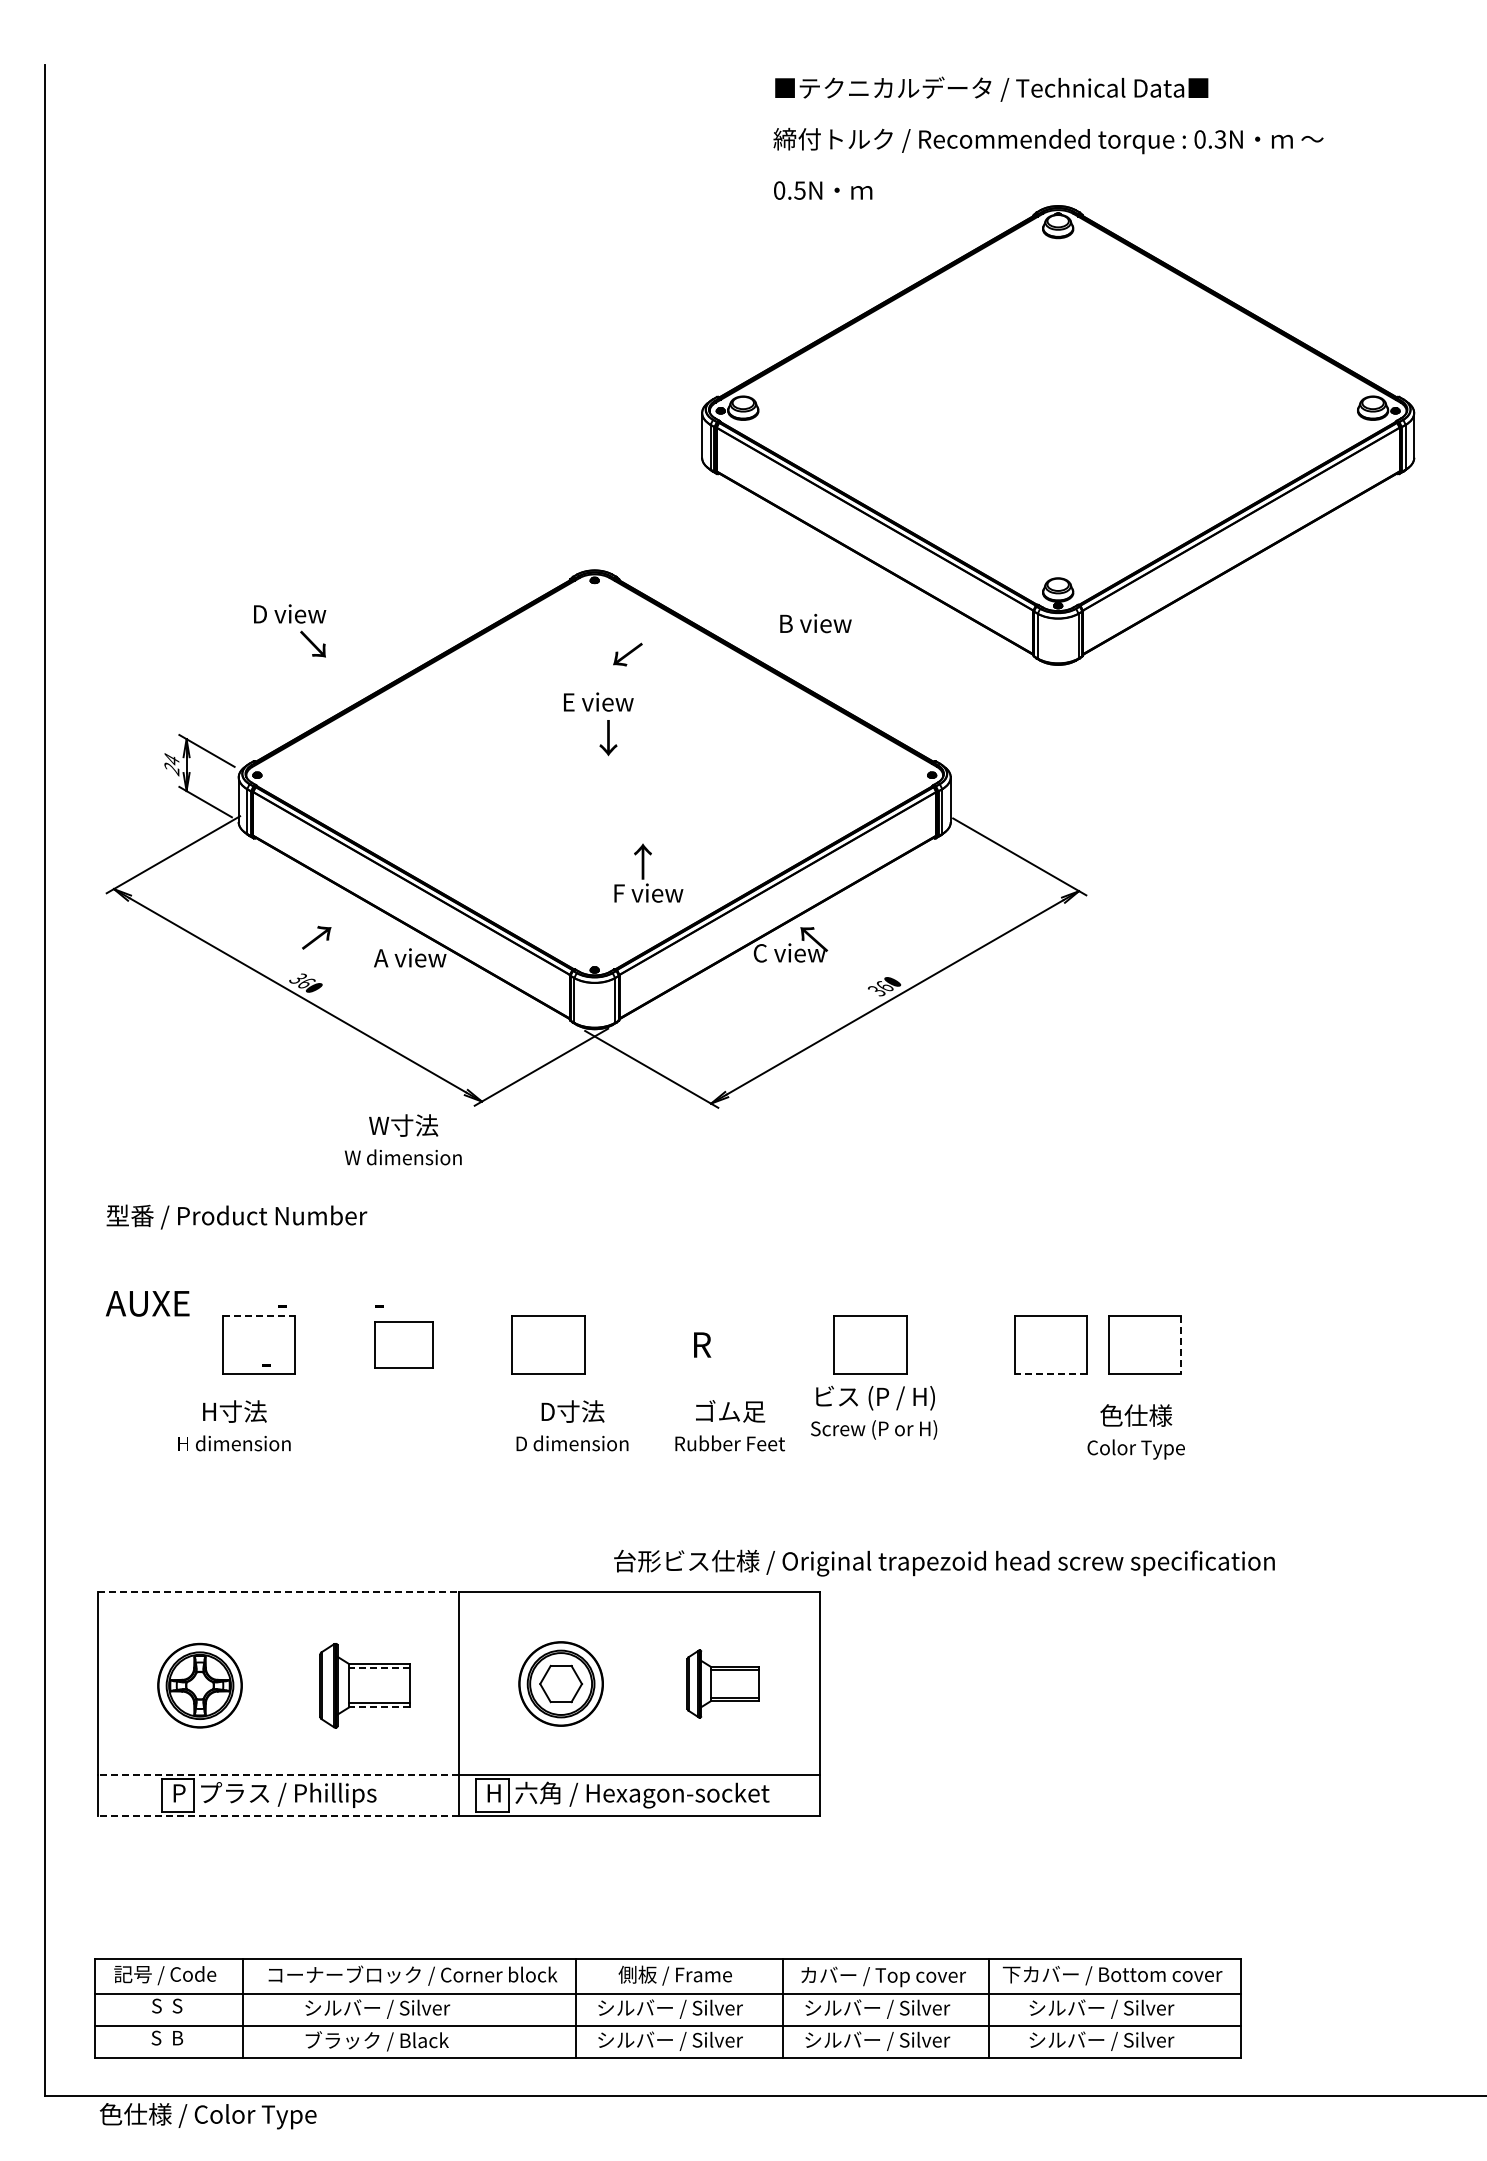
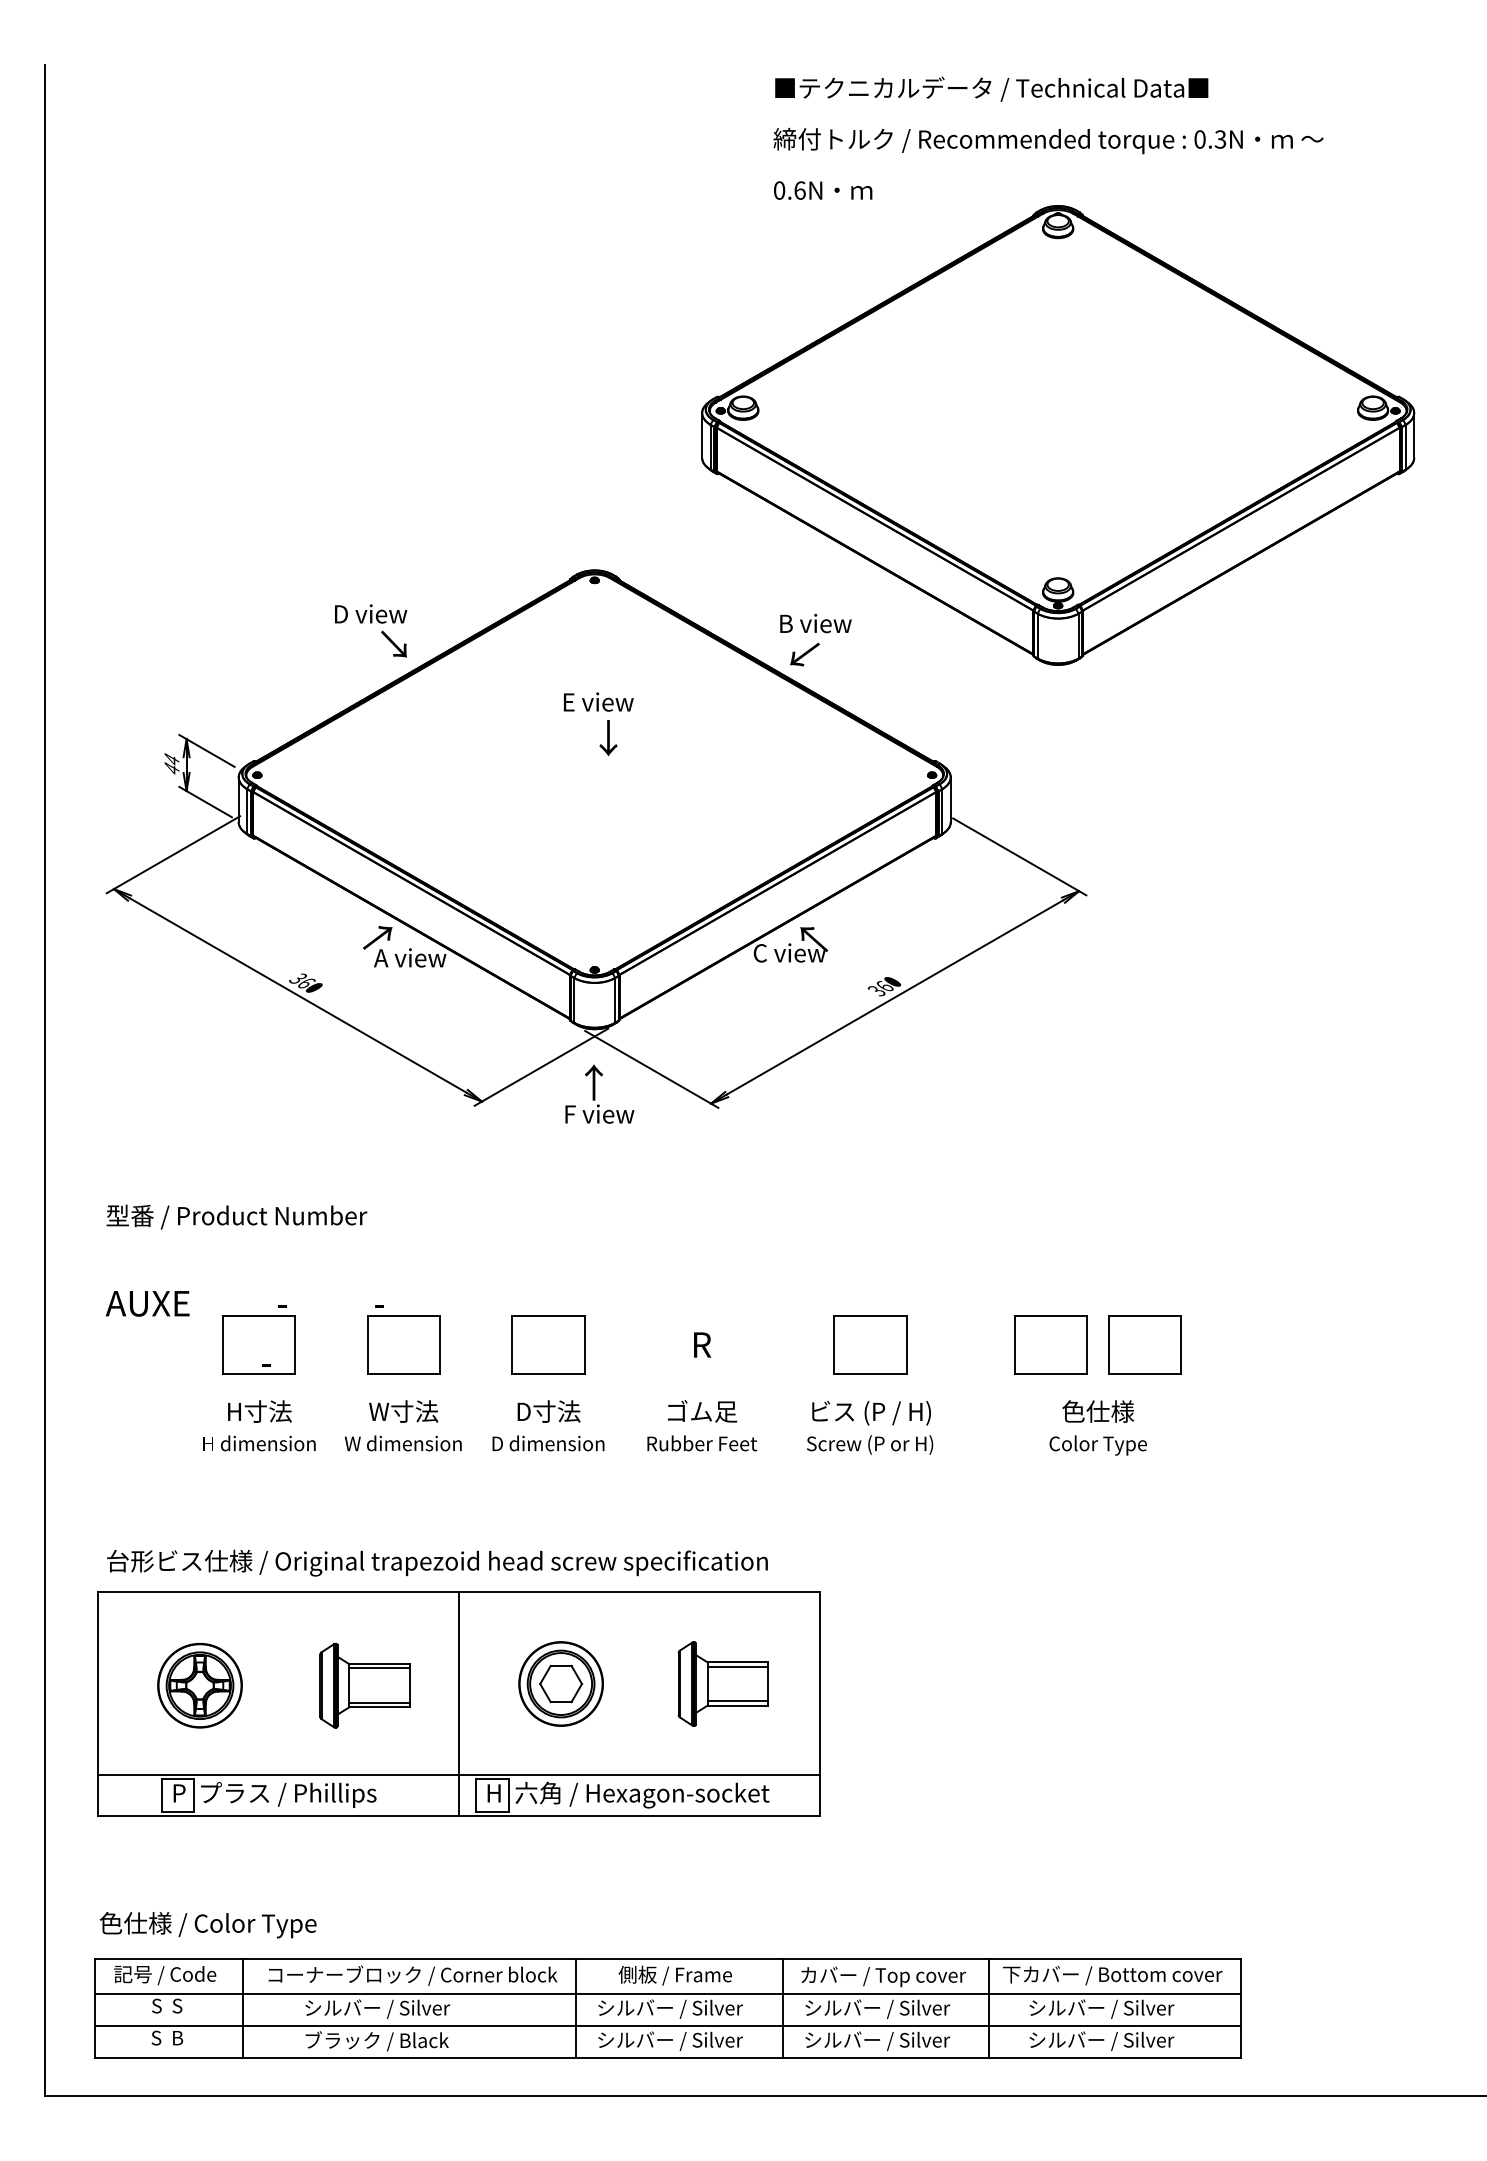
text at (799, 190): 0.5N -> 0.6N
text at (290, 630) position: (290, 630) -> (371, 630)
text at (627, 654) position: (627, 654) -> (804, 654)
text at (171, 769): 24 -> 44
text at (648, 872) position: (648, 872) -> (599, 1093)
text at (316, 937) position: (316, 937) -> (377, 937)
text at (402, 1139) position: (402, 1139) -> (402, 1425)
line at (259, 1316): dashed -> solid
part at (403, 1344) size: 60x48 px -> 74x60 px
line at (1181, 1345): dashed -> solid
line at (1050, 1373): dashed -> solid
text at (874, 1412) position: (874, 1412) -> (870, 1427)
text at (234, 1425) position: (234, 1425) -> (259, 1425)
text at (572, 1425) position: (572, 1425) -> (548, 1425)
text at (729, 1425) position: (729, 1425) -> (701, 1425)
text at (1135, 1431) position: (1135, 1431) -> (1097, 1427)
text at (944, 1562) position: (944, 1562) -> (437, 1562)
line at (278, 1592): dashed -> solid
line at (379, 1668): dashed -> solid
part at (722, 1683) size: 74x70 px -> 92x86 px
line at (379, 1707): dashed -> solid
line at (278, 1775): dashed -> solid
line at (278, 1816): dashed -> solid
text at (207, 2116) position: (207, 2116) -> (207, 1925)
